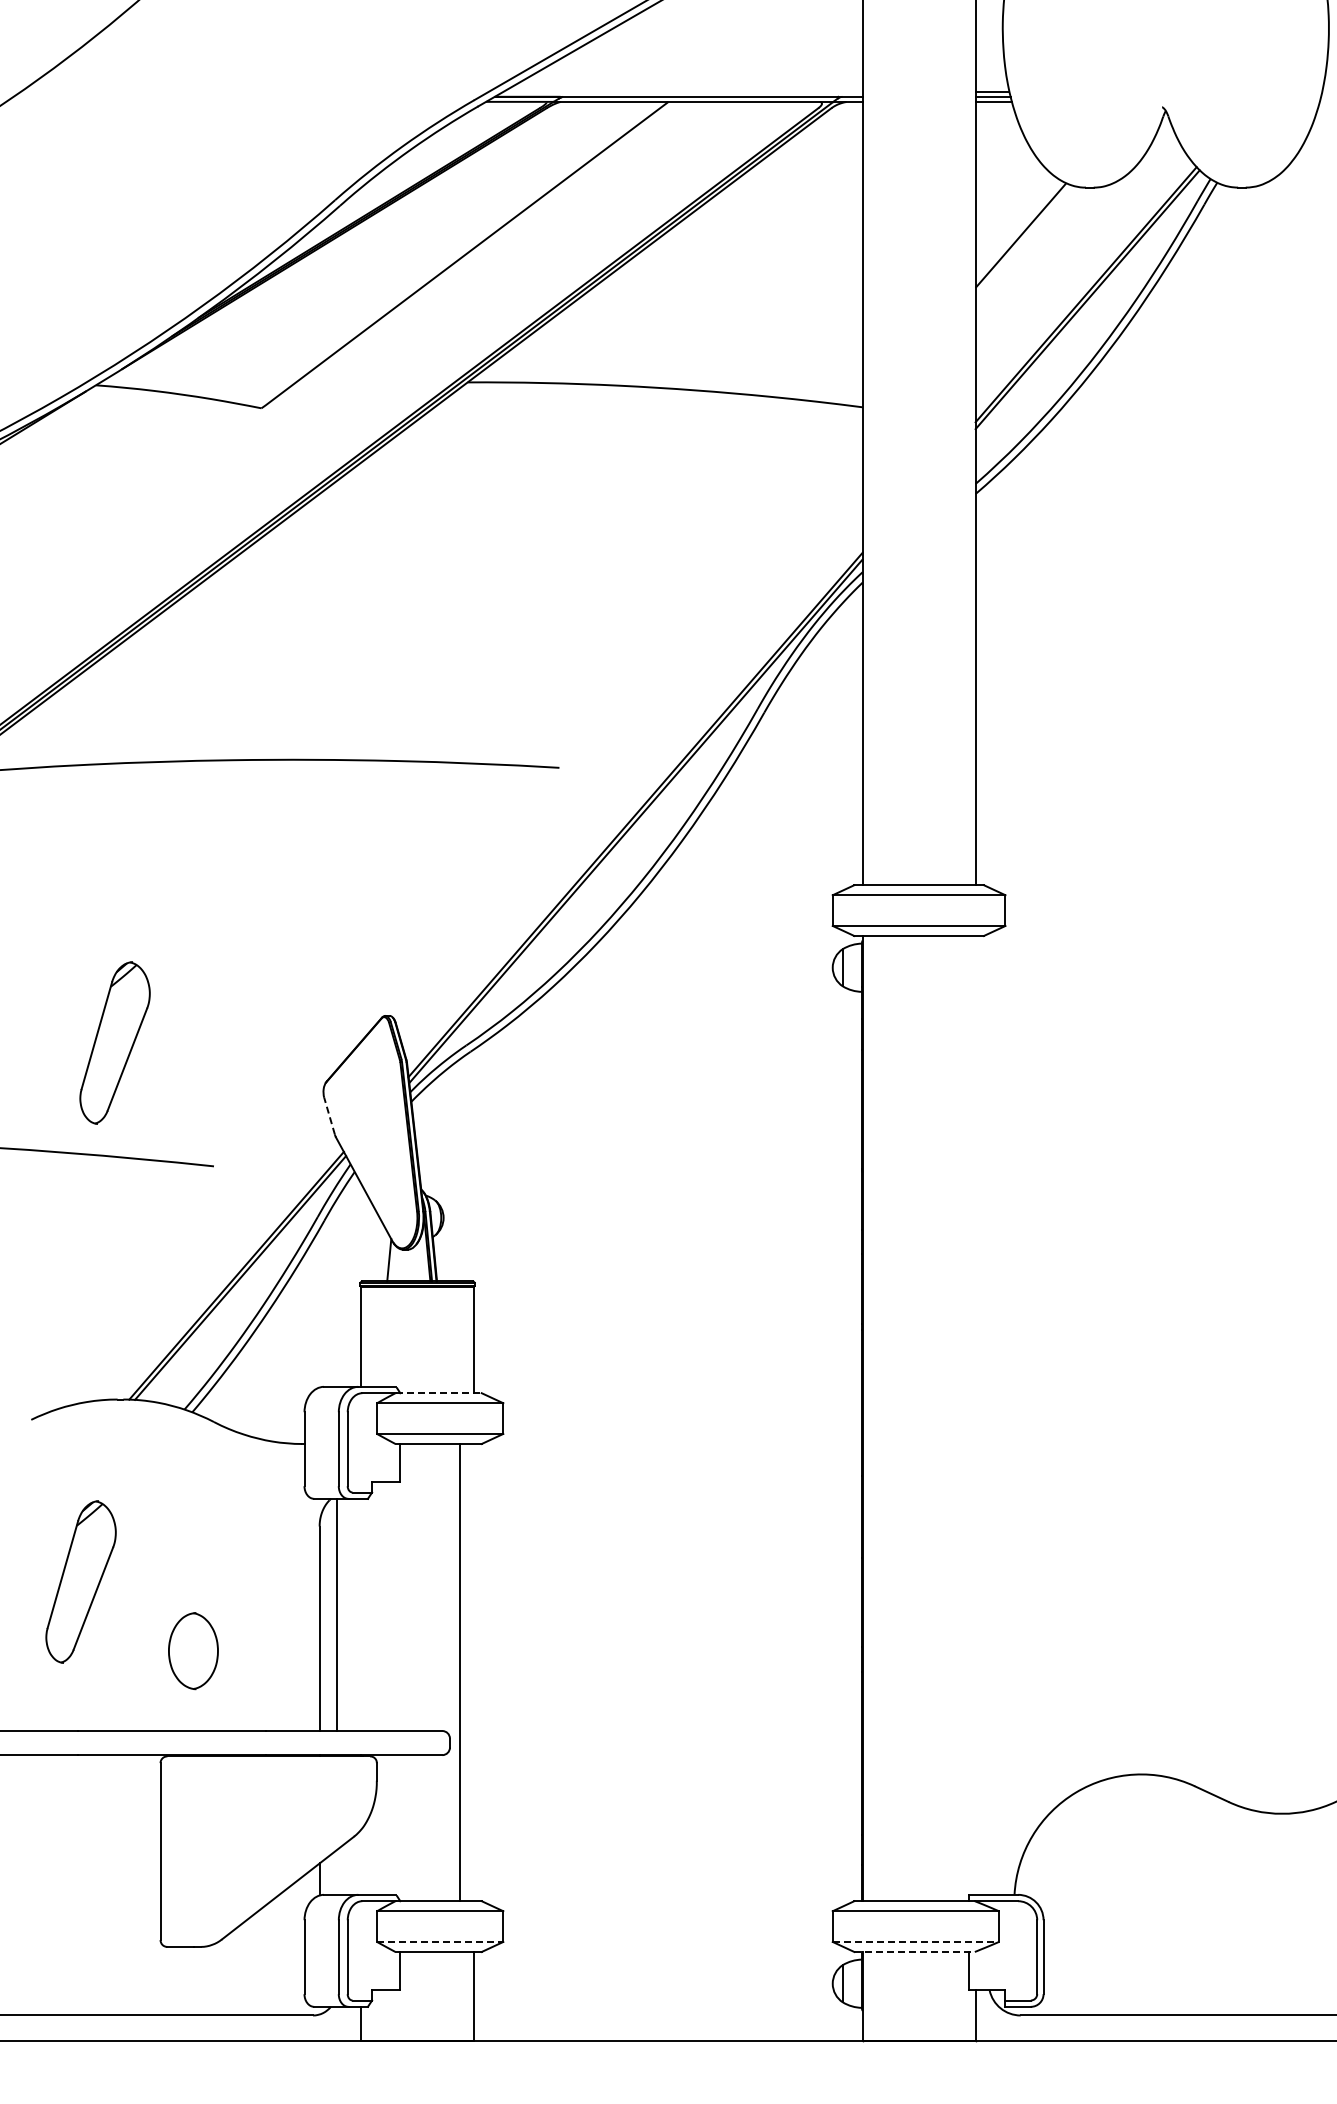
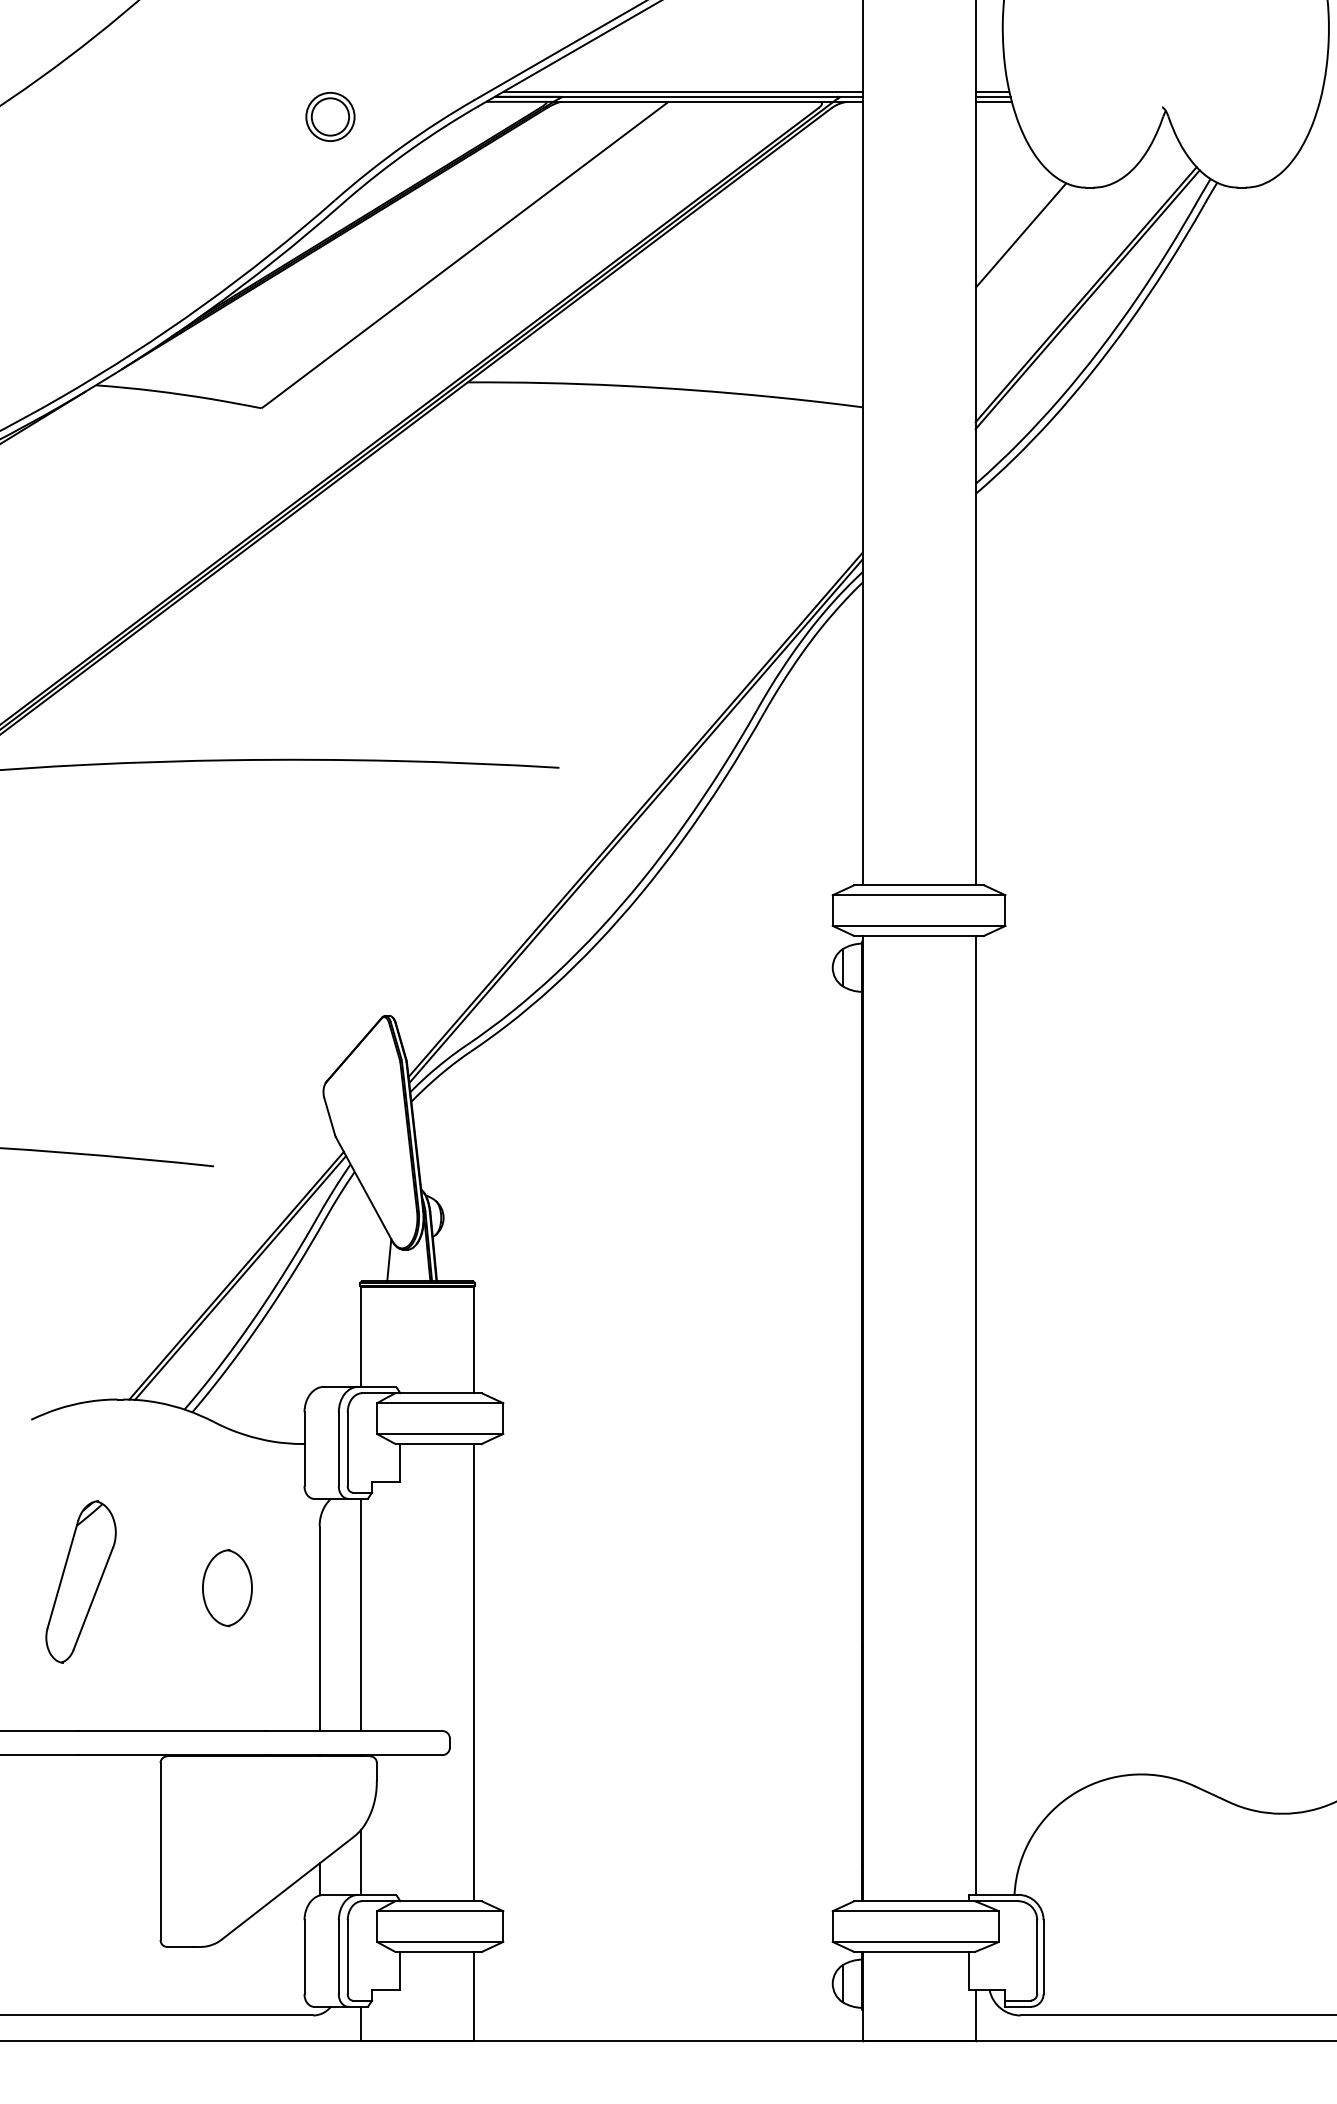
line at (682, 91): none -> present
part at (330, 116): none -> present
part at (114, 1042): present -> none
line at (329, 1115): dashed -> solid
line at (439, 1393): dashed -> solid
line at (975, 1415): none -> present
line at (337, 1614) position: (337, 1614) -> (361, 1614)
part at (193, 1651) position: (193, 1651) -> (227, 1588)
line at (460, 1672) position: (460, 1672) -> (474, 1672)
line at (361, 1861): none -> present
line at (440, 1941): dashed -> solid
line at (916, 1941): dashed -> solid
line at (915, 1951): dashed -> solid
